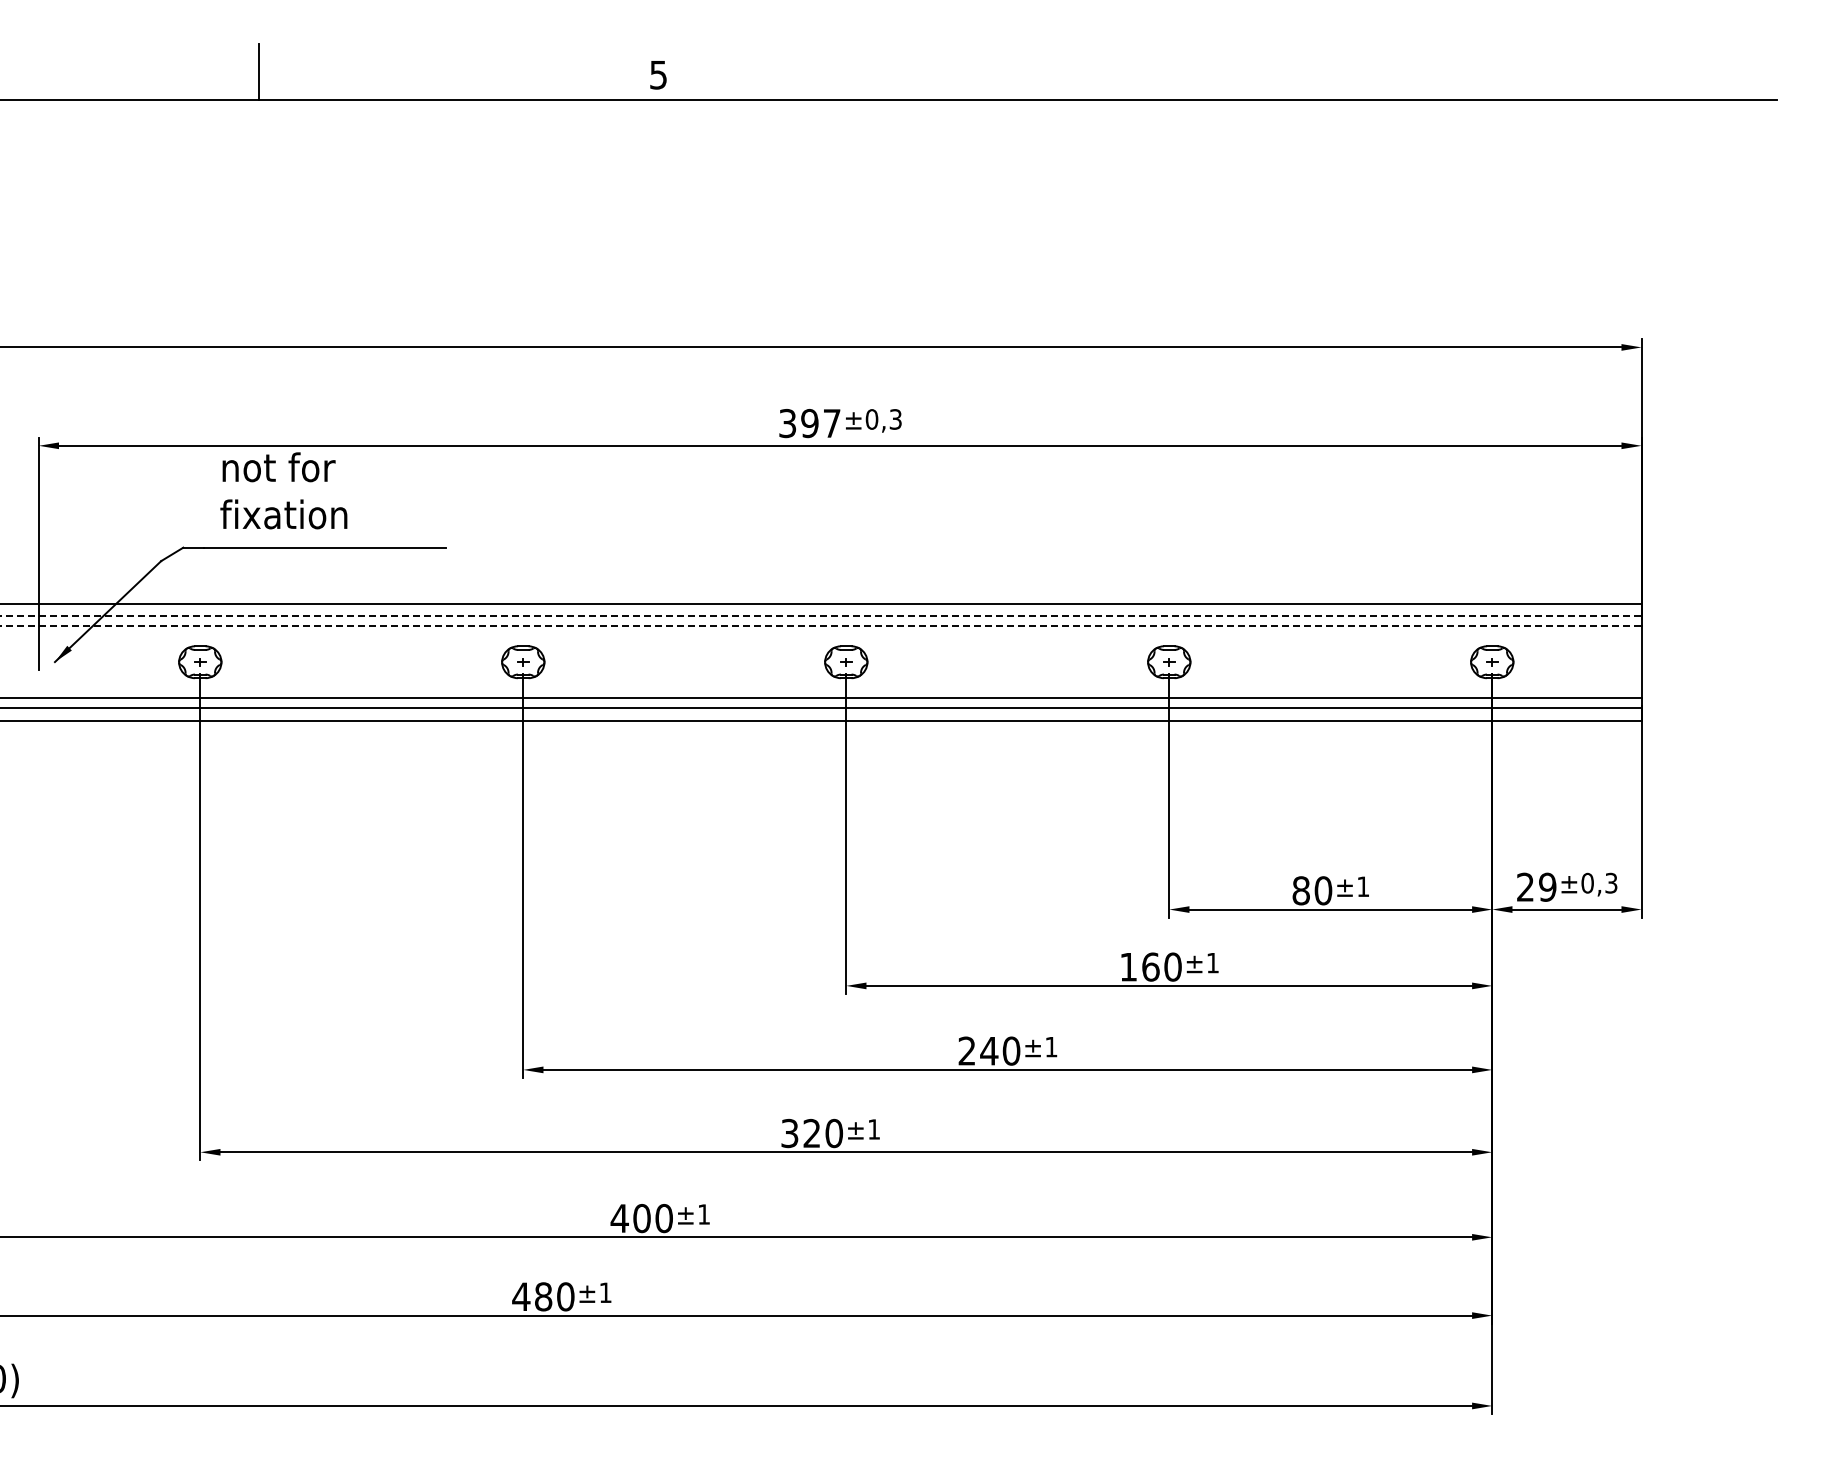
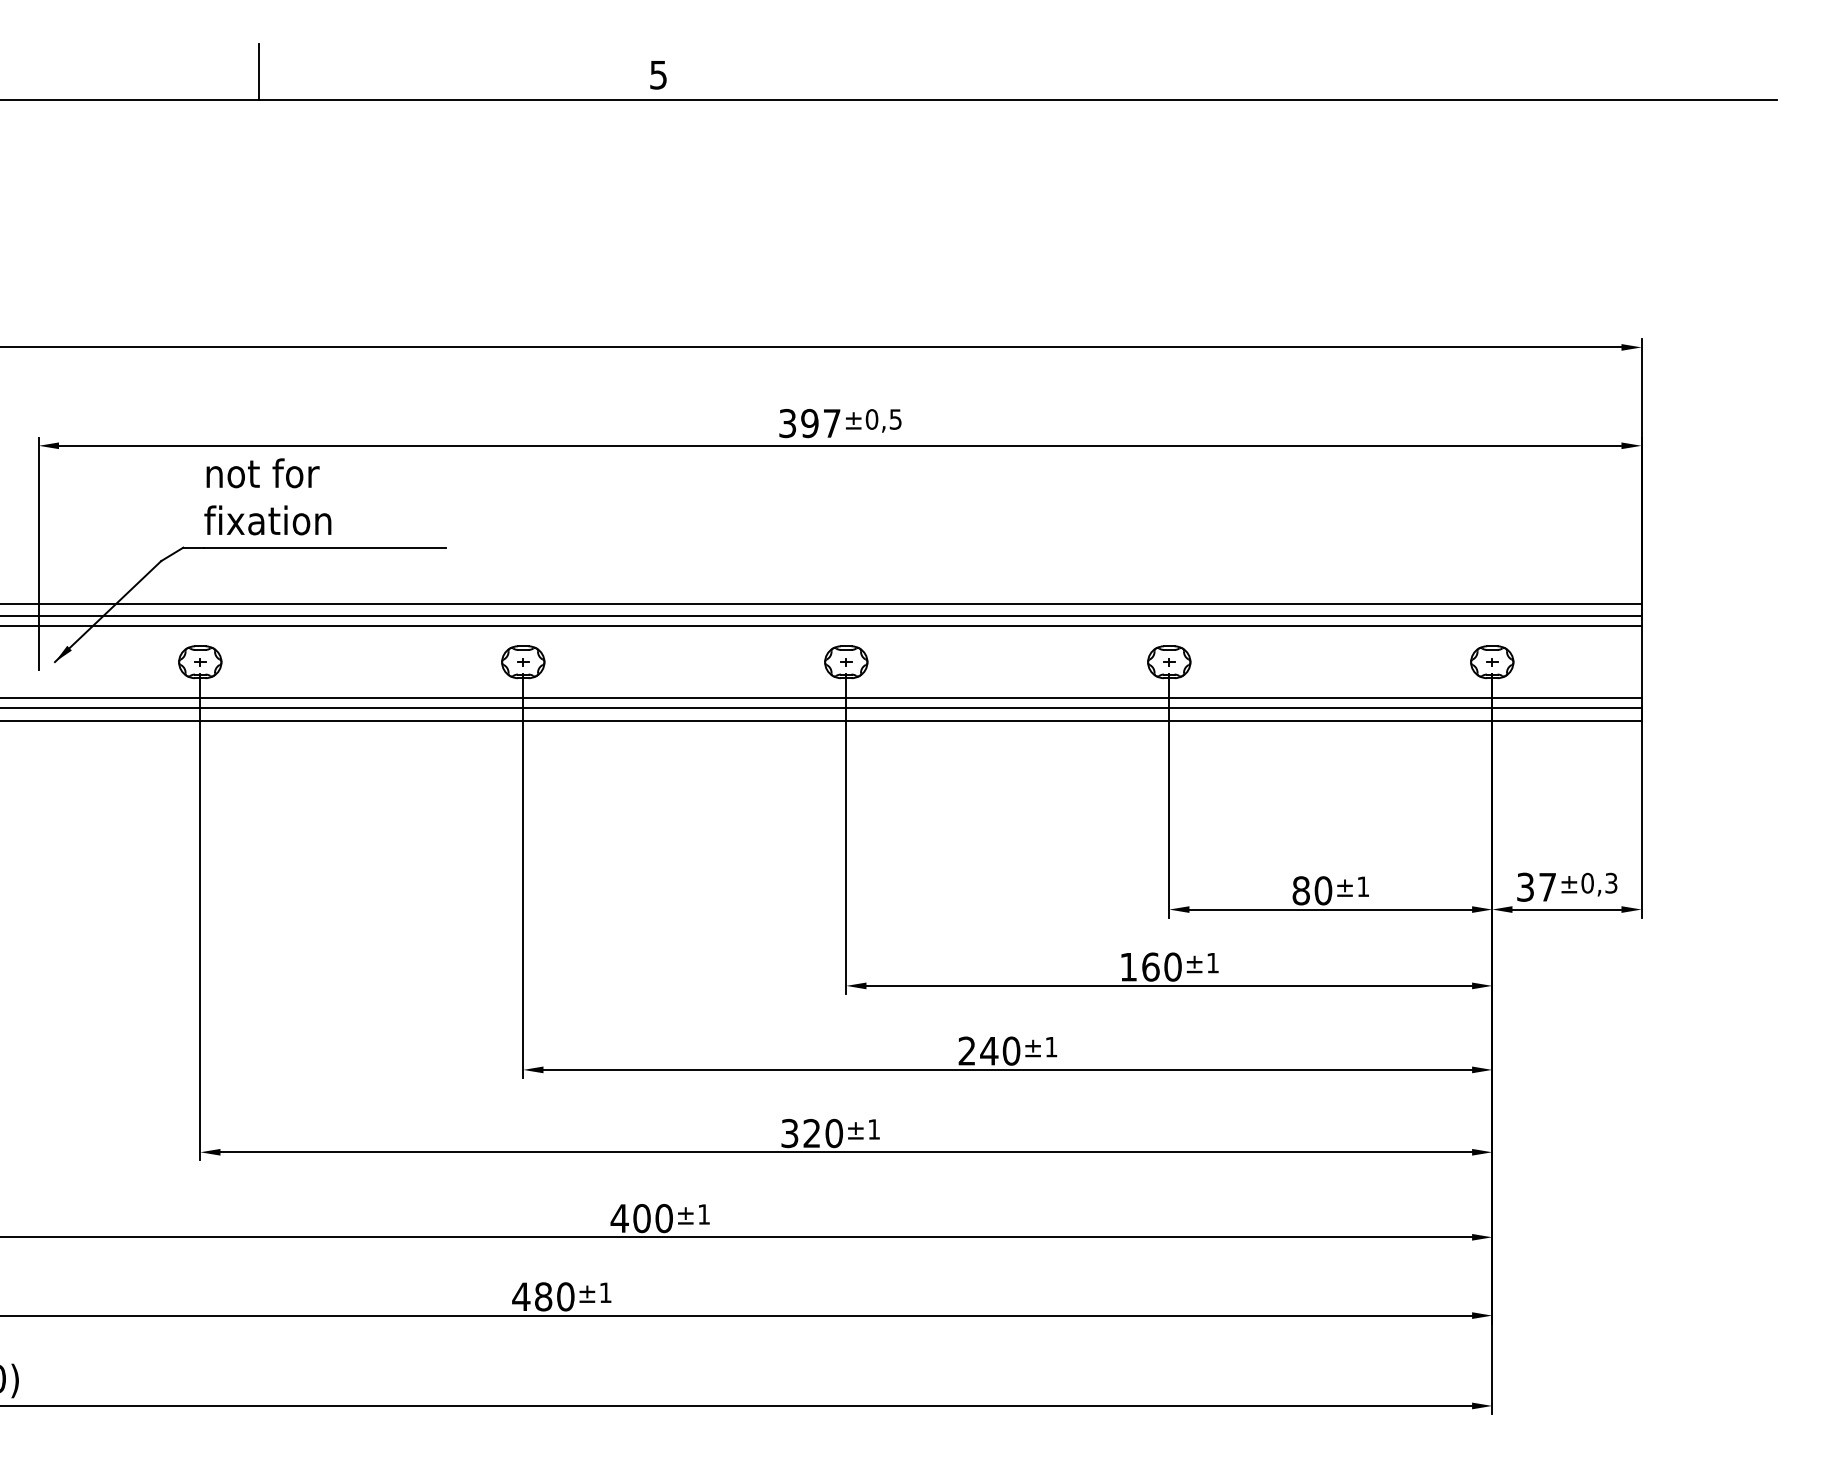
text at (895, 419): ±0,3 -> ±0,5
text at (283, 490) position: (283, 490) -> (267, 496)
line at (820, 616): dashed -> solid
line at (820, 626): dashed -> solid
text at (1536, 886): 29 -> 37
